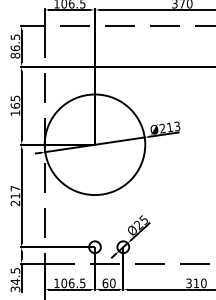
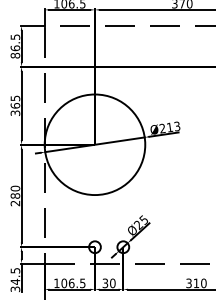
text at (15, 112): 165 -> 365
text at (15, 191): 217 -> 280
text at (105, 283): 60 -> 30
